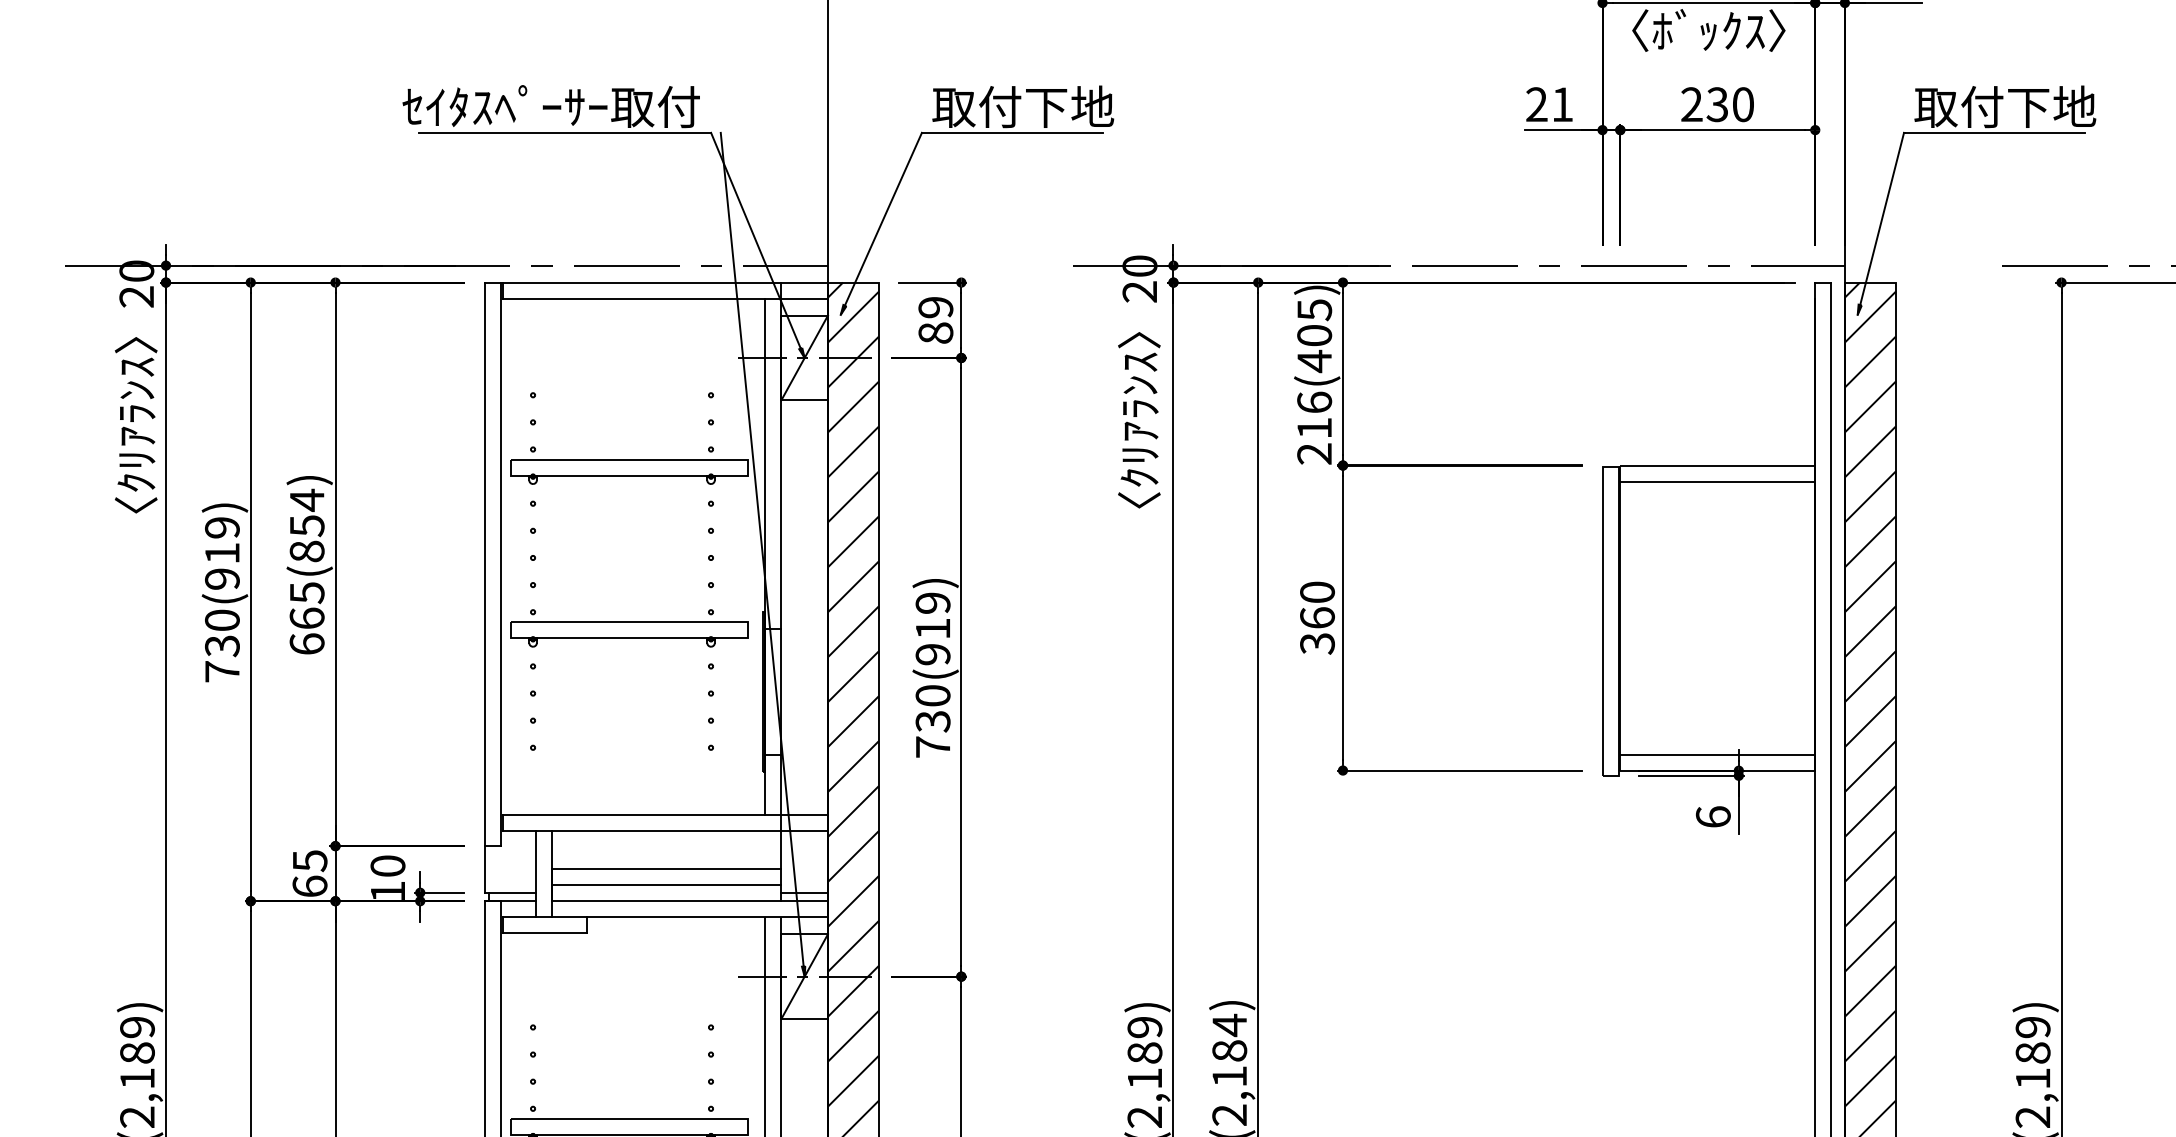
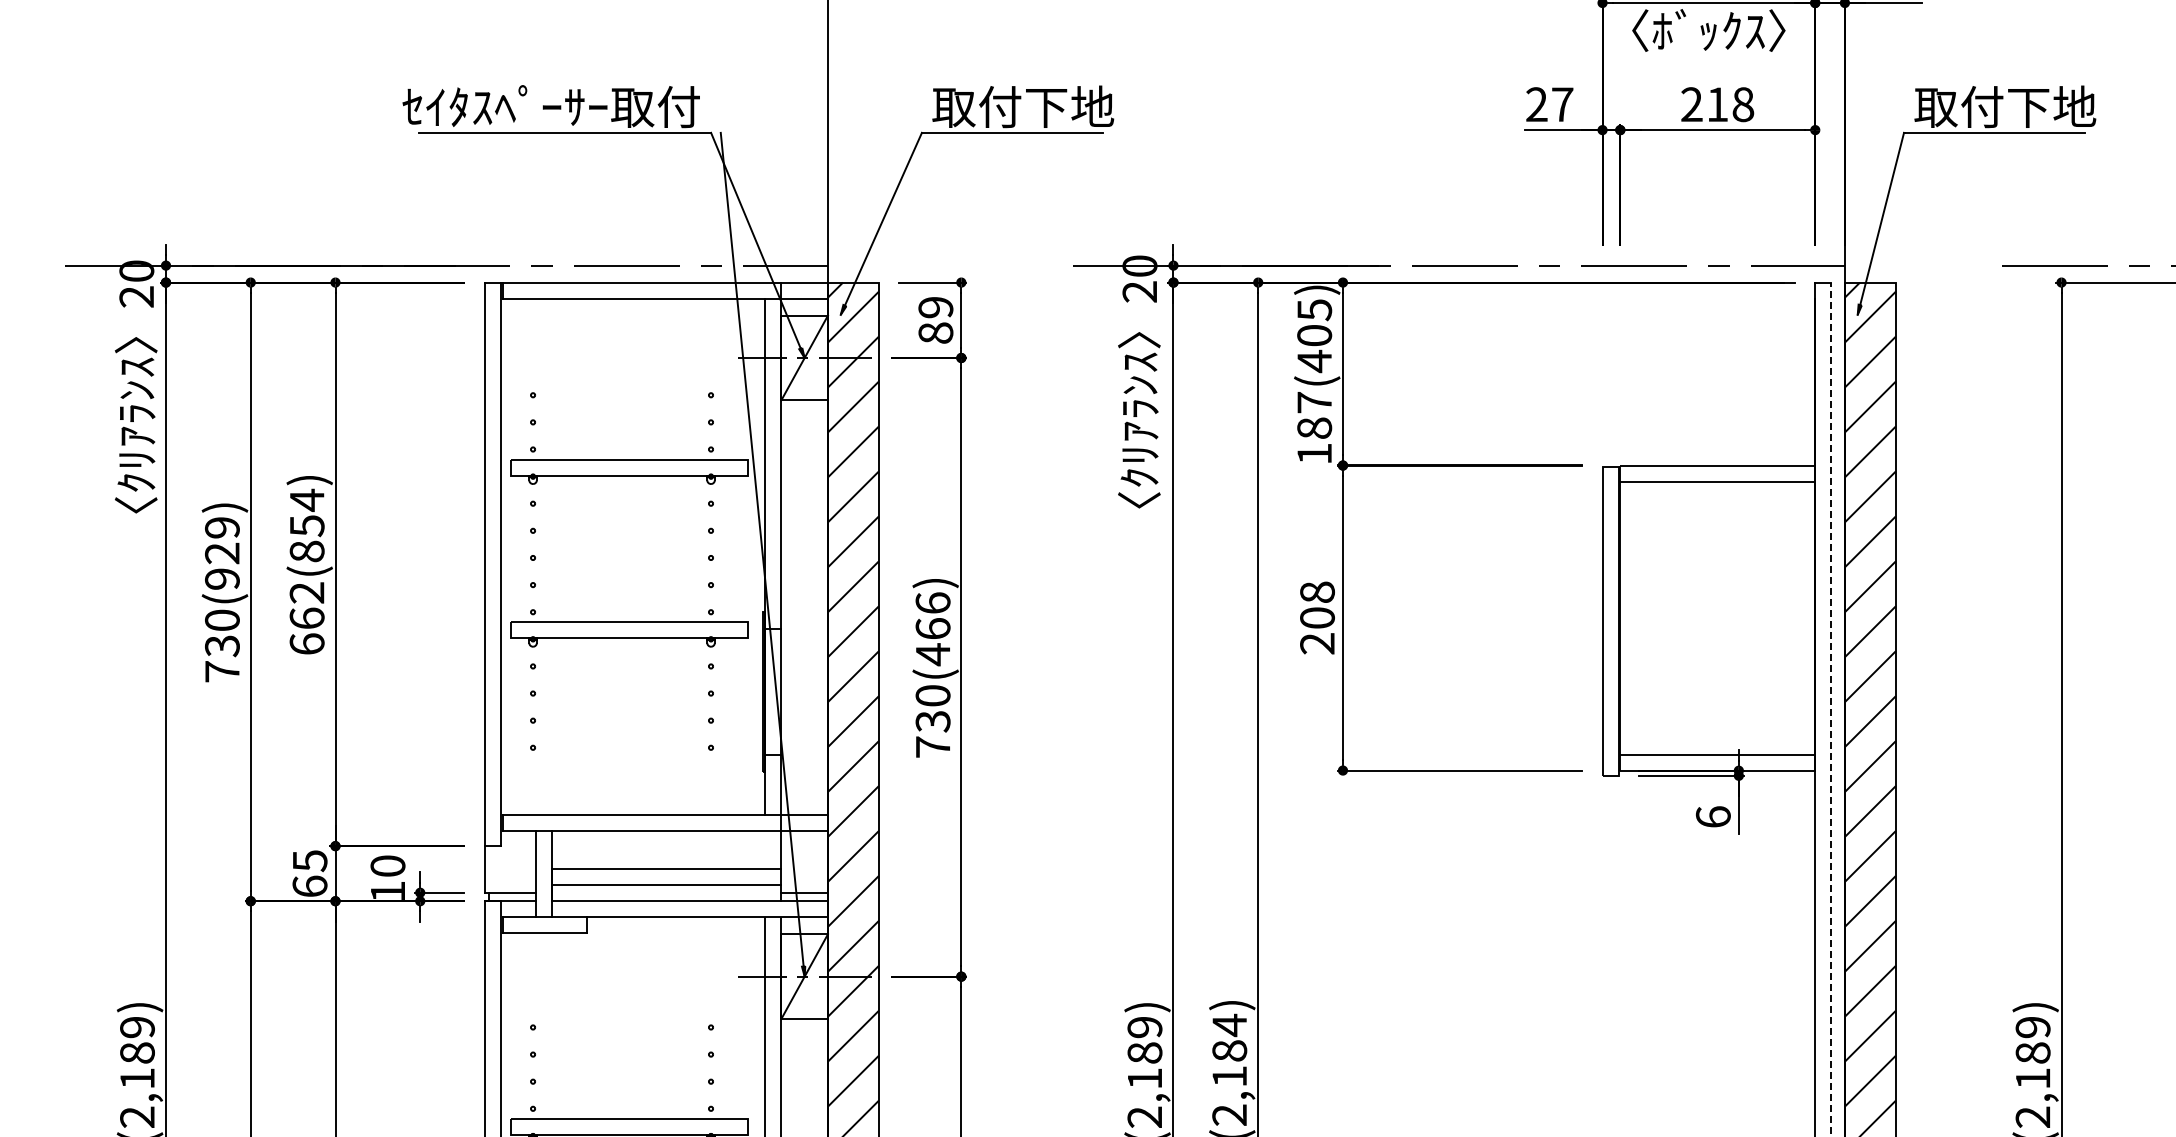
text at (1562, 104): 21 -> 27
text at (1730, 104): 230 -> 218
text at (1314, 427): 216(405) -> 187(405)
text at (222, 553): 730(919) -> 730(929)
text at (306, 593): 665(854) -> 662(854)
text at (1317, 617): 360 -> 208
text at (932, 629): 730(919) -> 730(466)
line at (1831, 709): solid -> dashed
